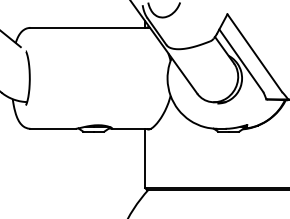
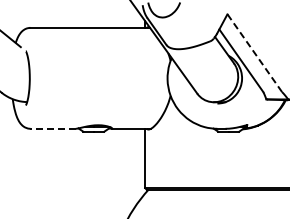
line at (254, 53): solid -> dashed
line at (53, 128): solid -> dashed
